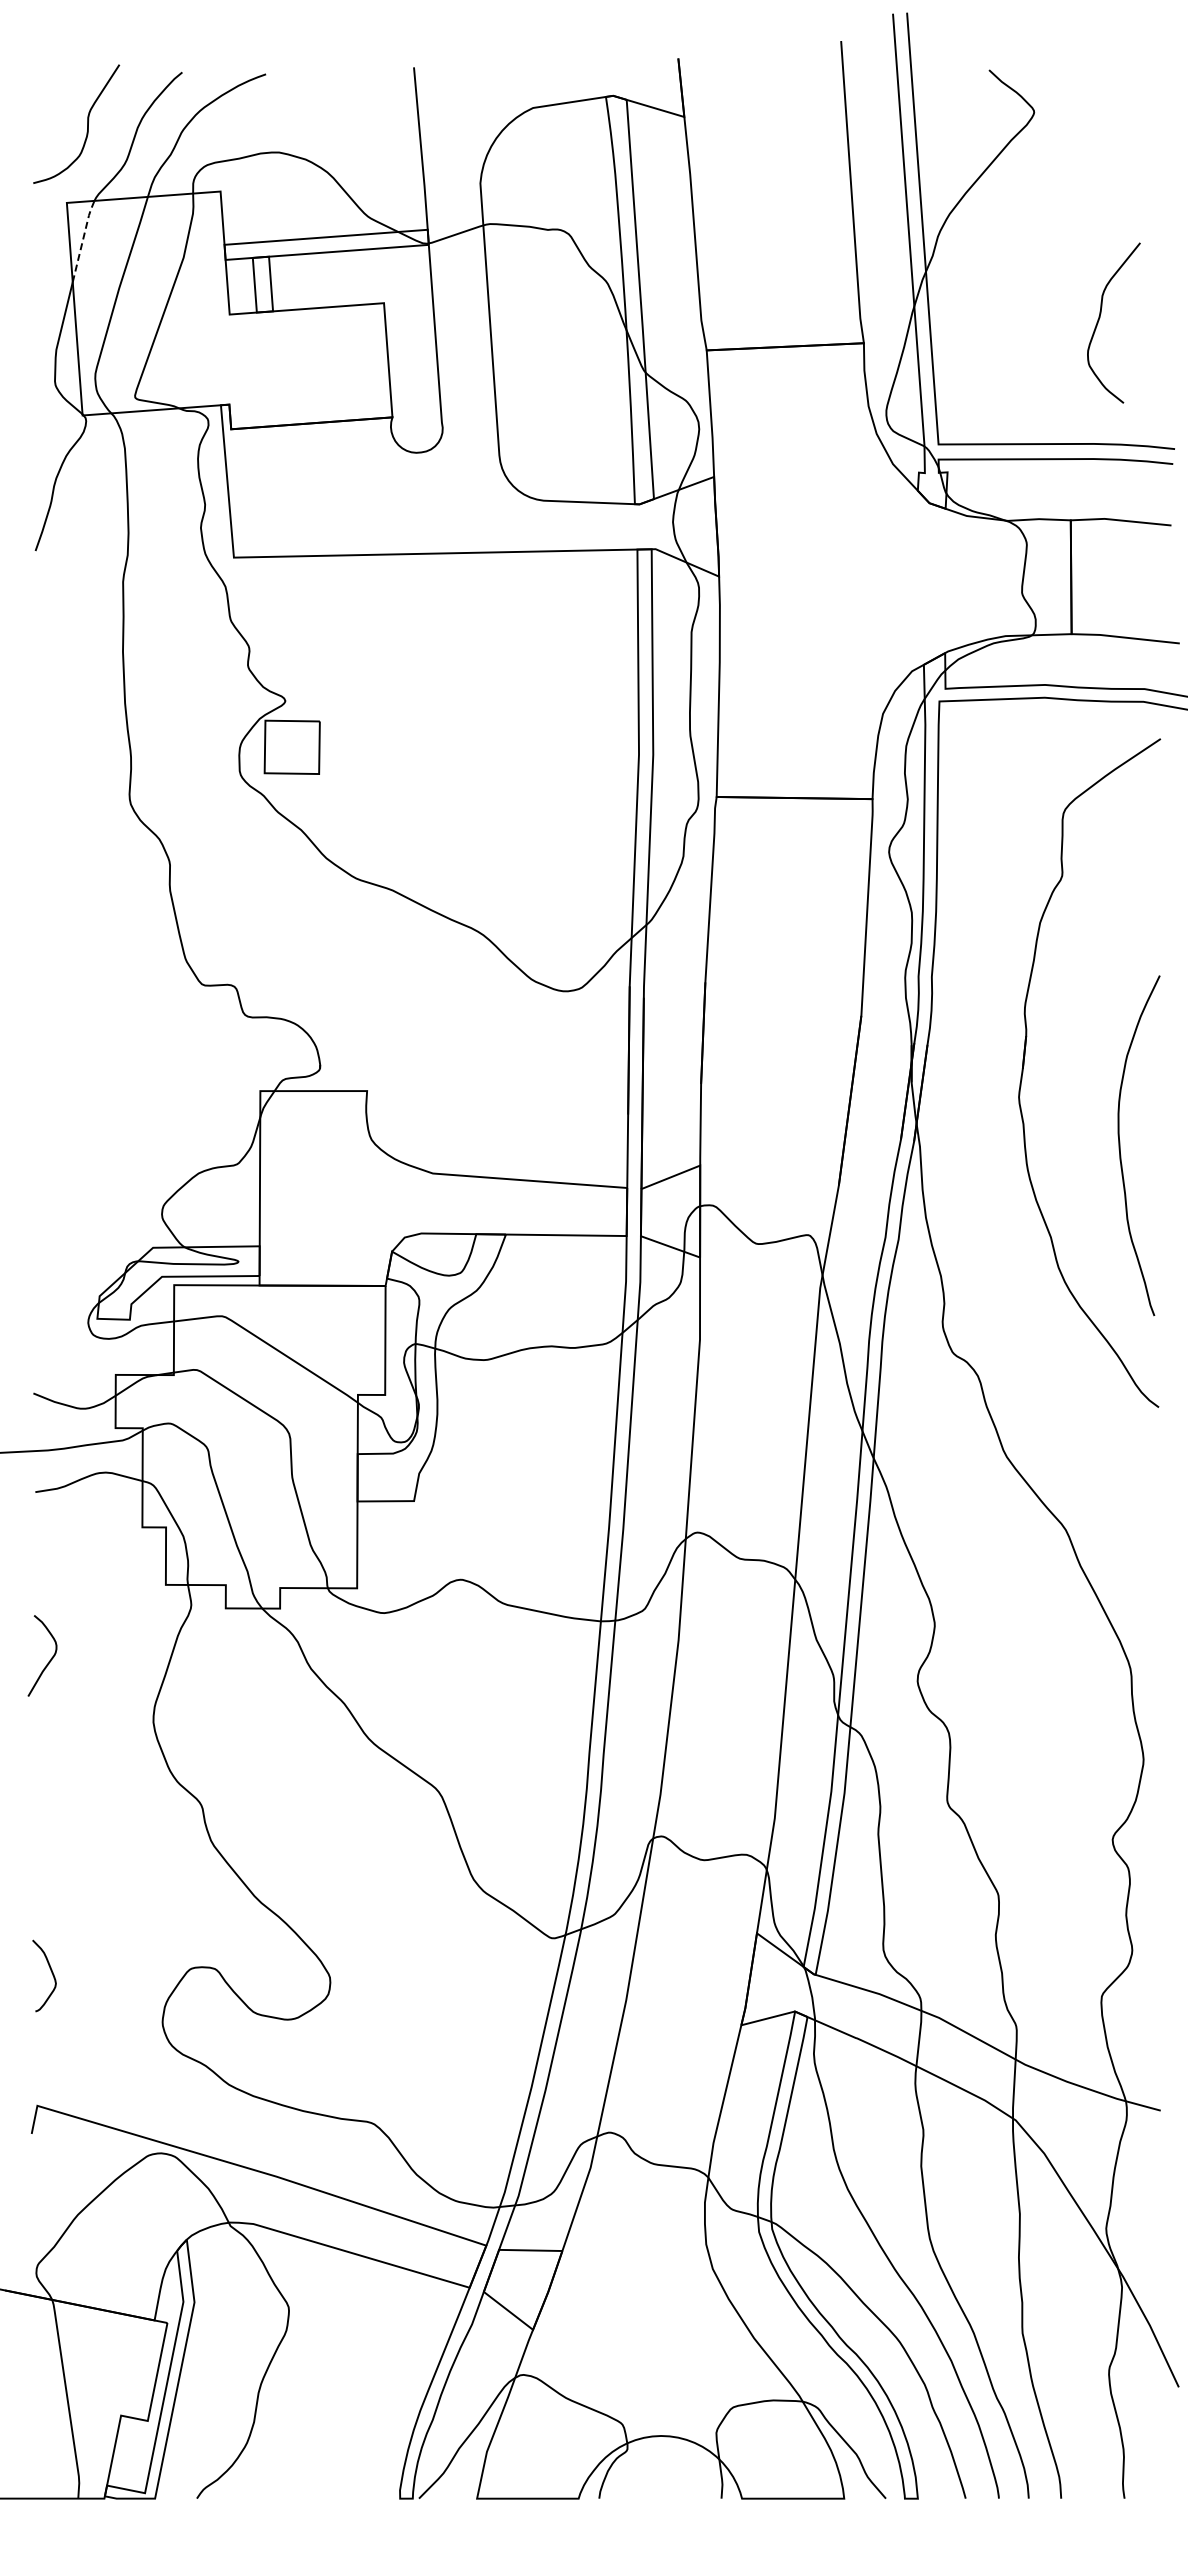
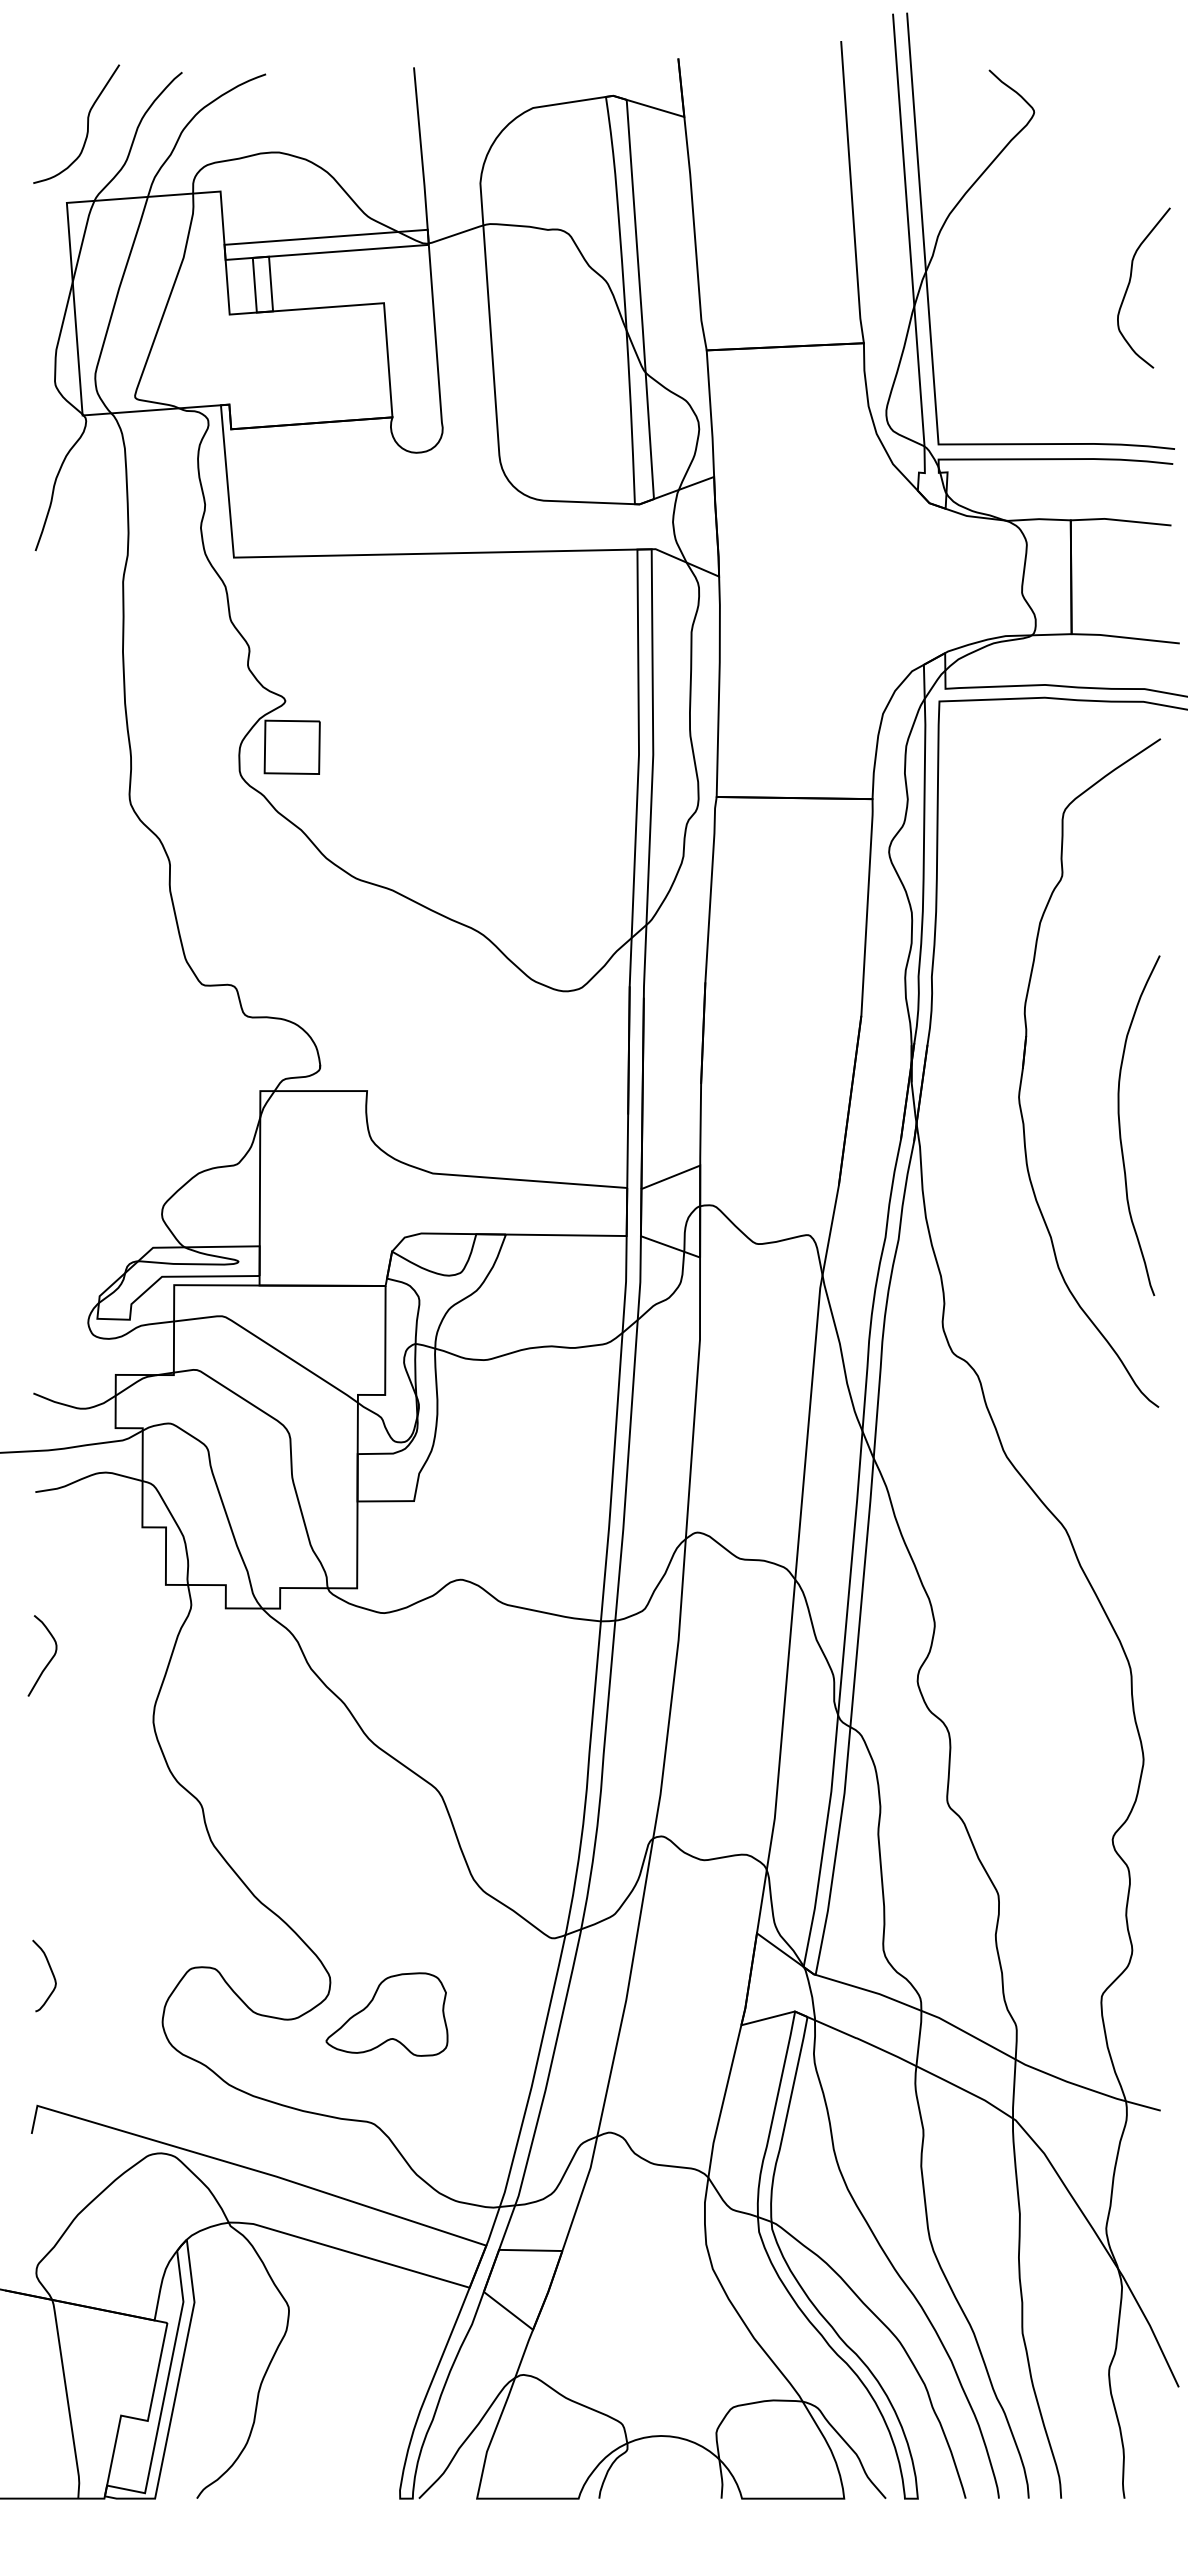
line at (83, 239): dashed -> solid
curve at (1100, 318) position: (1100, 318) -> (1130, 283)
curve at (1120, 1145) position: (1120, 1145) -> (1120, 1125)
part at (386, 2014): none -> present
